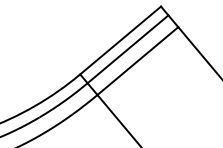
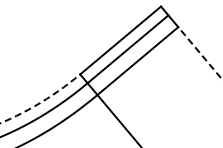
line at (200, 53): solid -> dashed
arc at (42, 101): solid -> dashed
